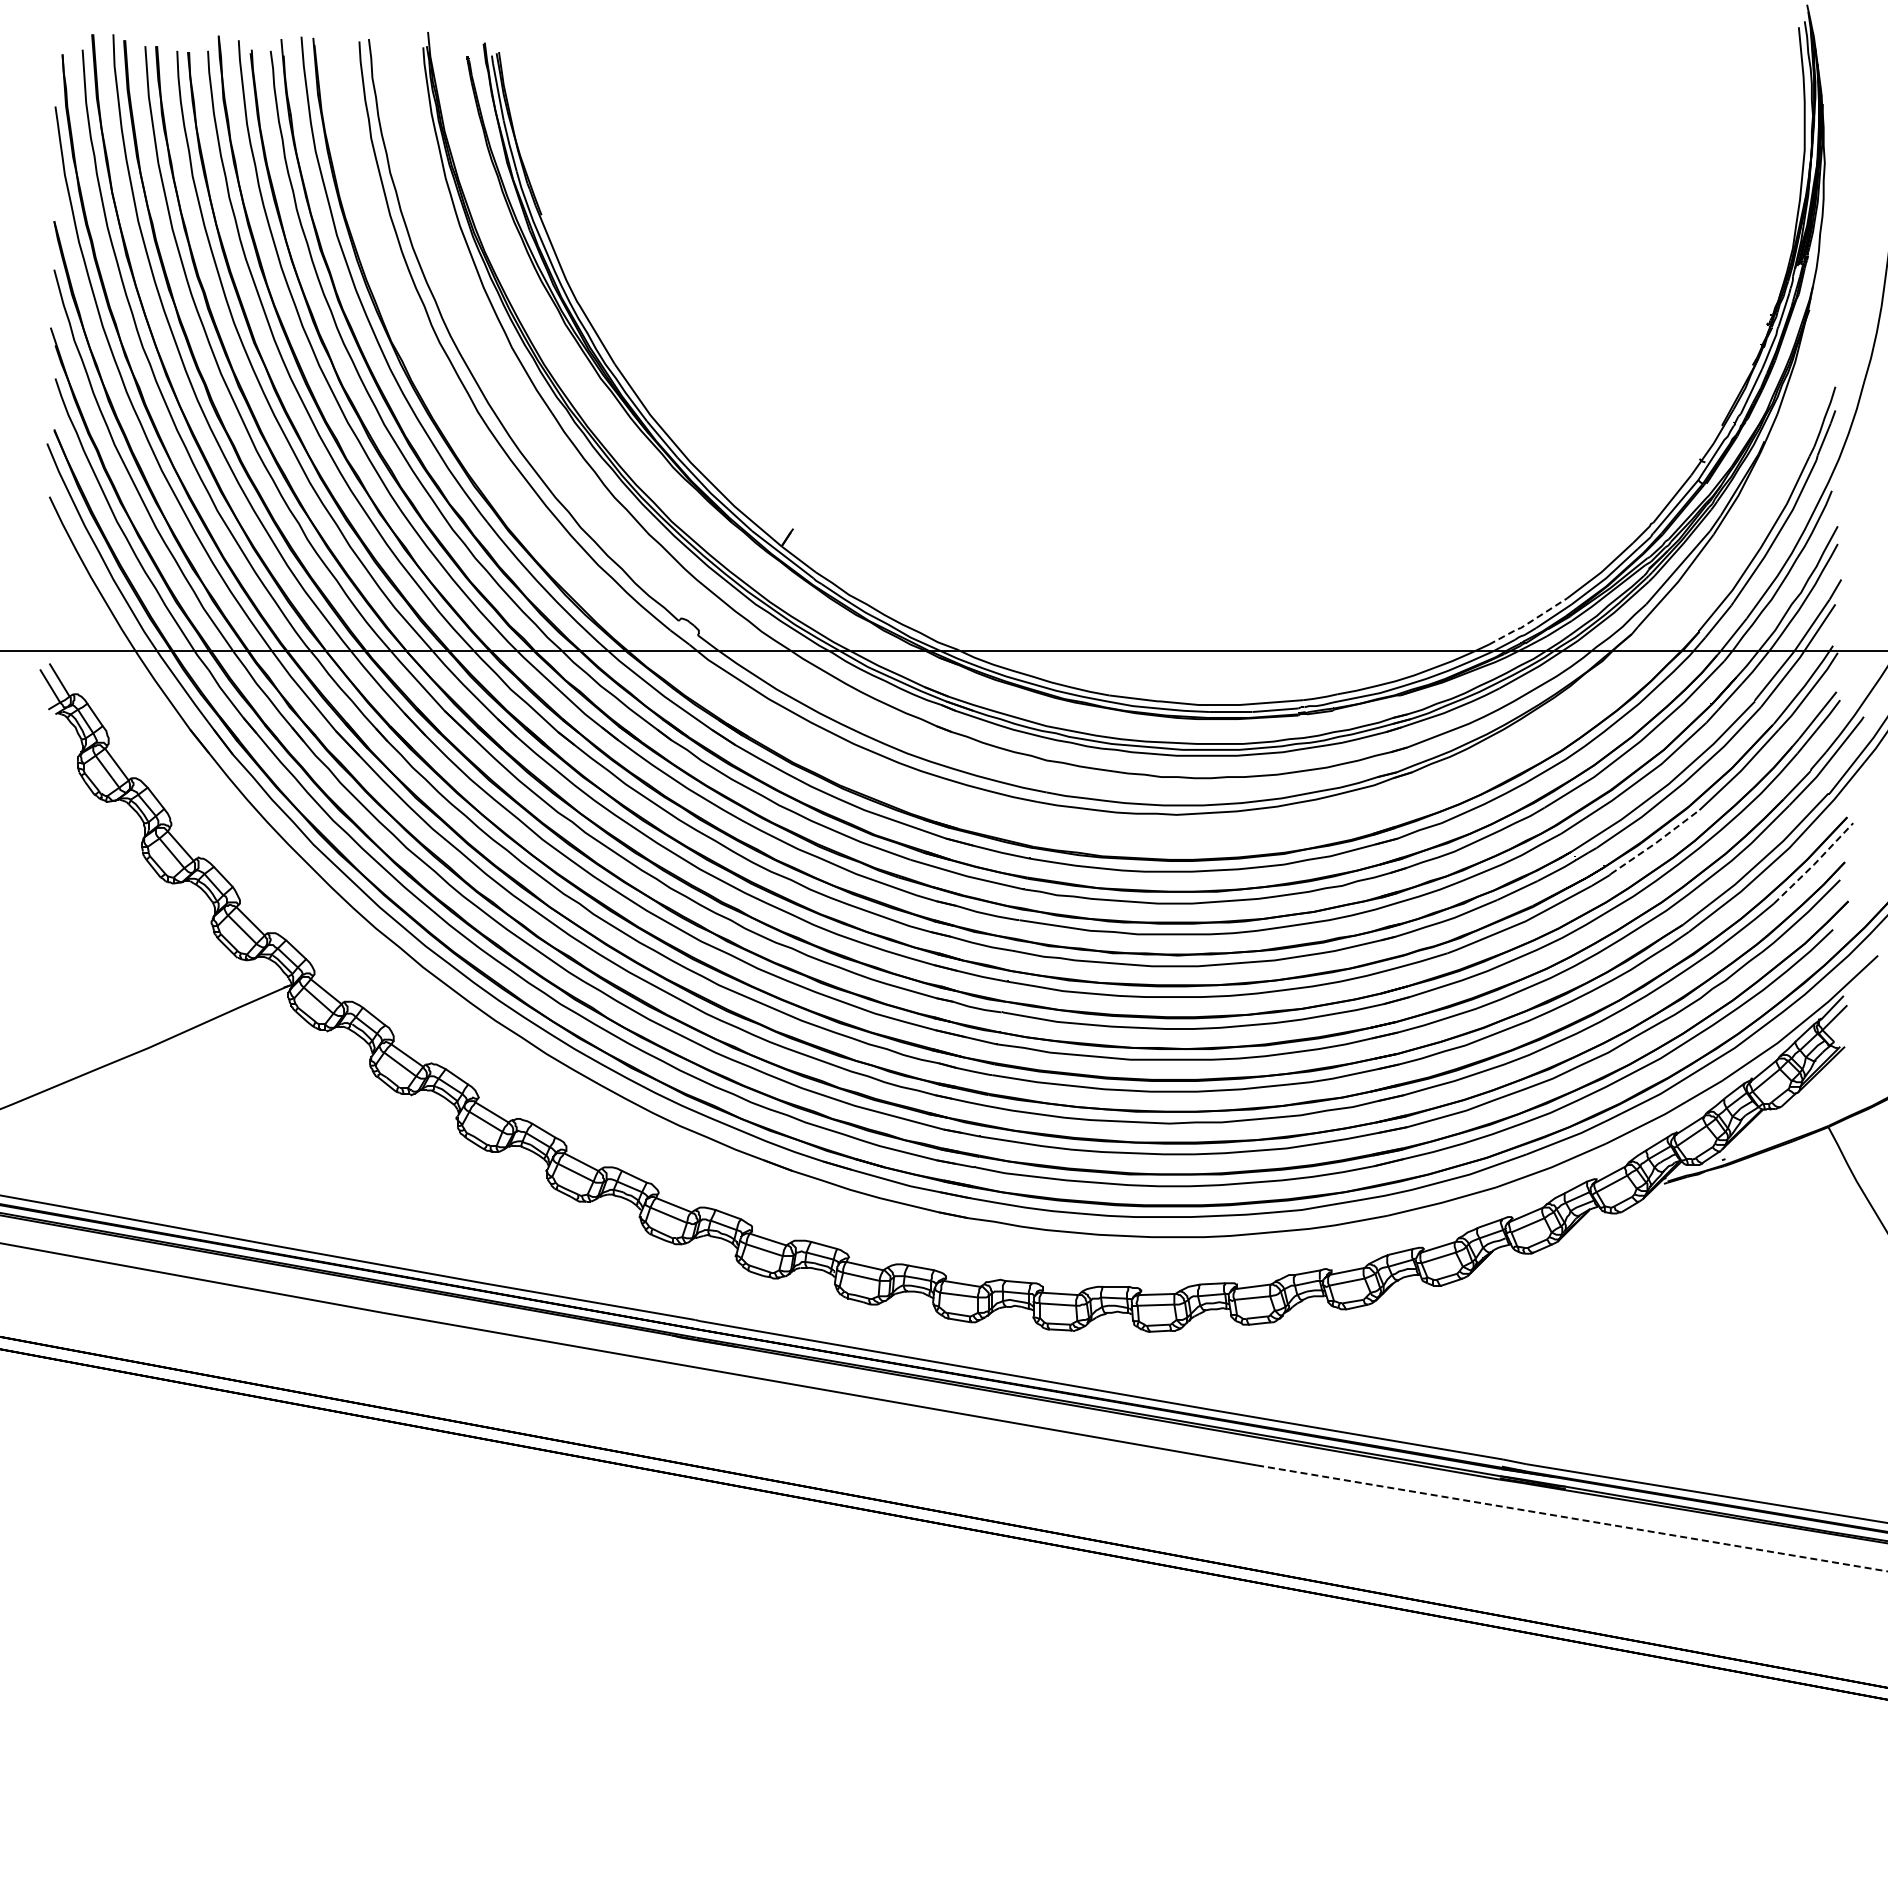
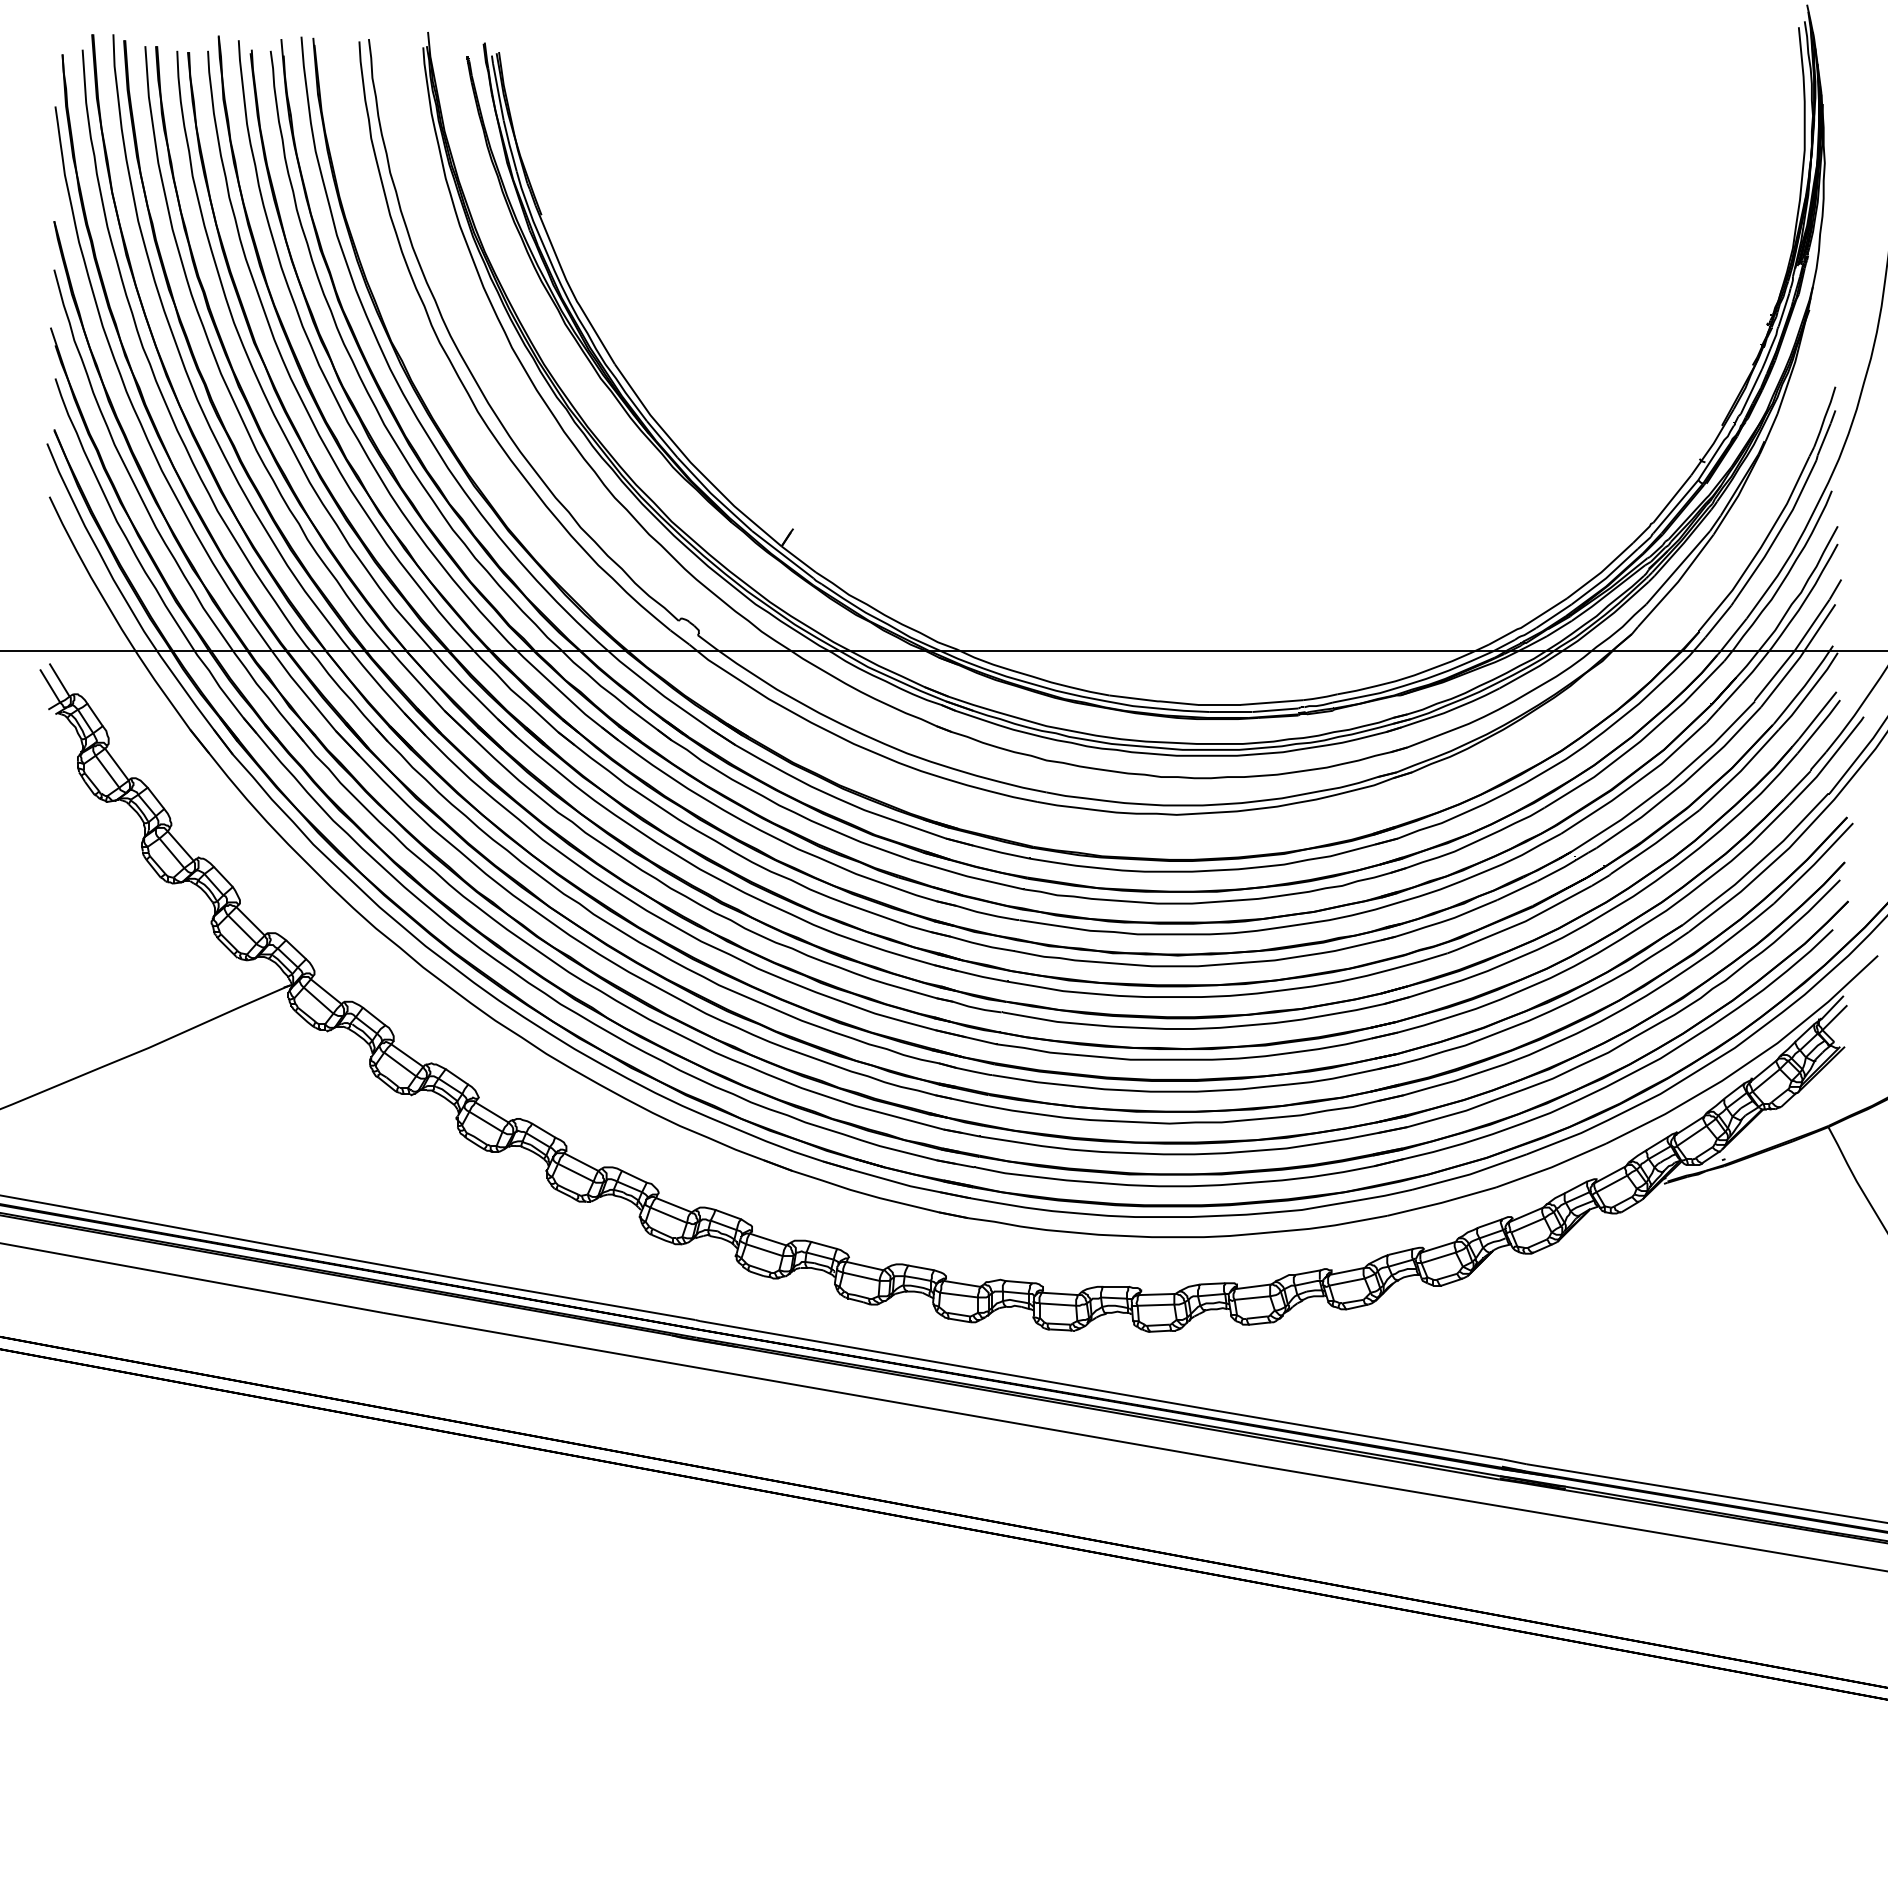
line at (1527, 623): dashed -> solid
line at (1655, 843): dashed -> solid
line at (1814, 864): dashed -> solid
line at (1572, 1518): dashed -> solid
